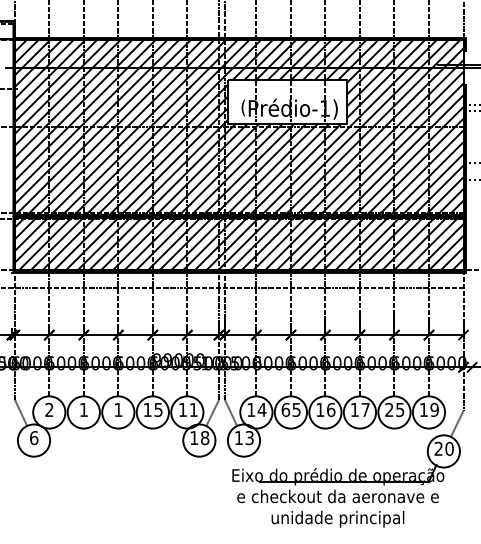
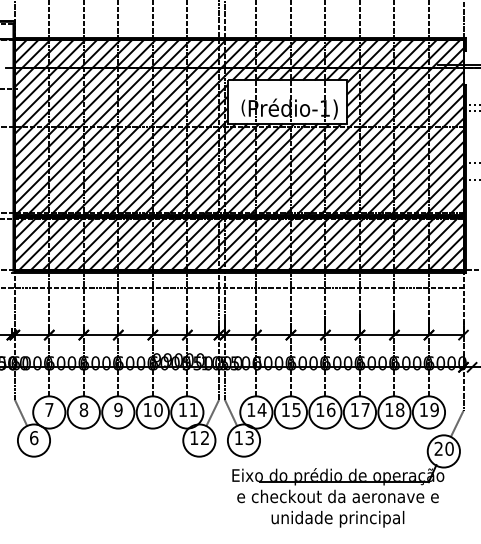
text at (49, 409): 2 -> 7
text at (83, 409): 1 -> 8
text at (118, 409): 1 -> 9
text at (158, 409): 15 -> 10
text at (285, 409): 65 -> 15
text at (394, 409): 25 -> 18
text at (205, 438): 18 -> 12
